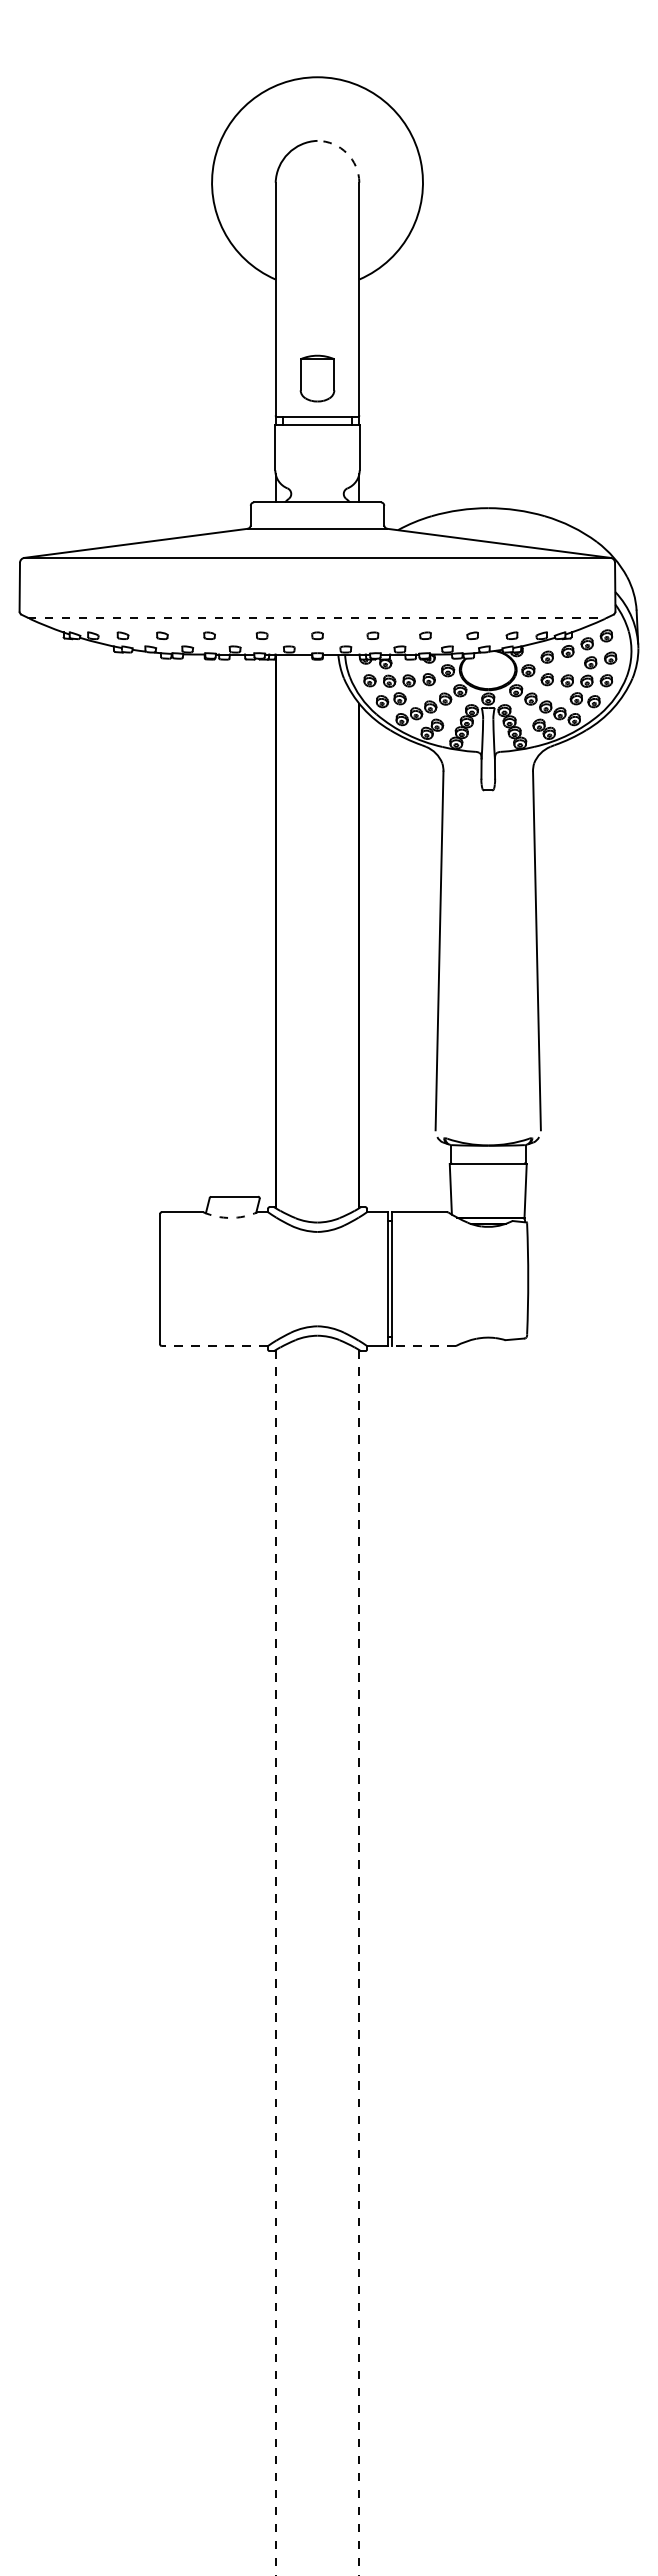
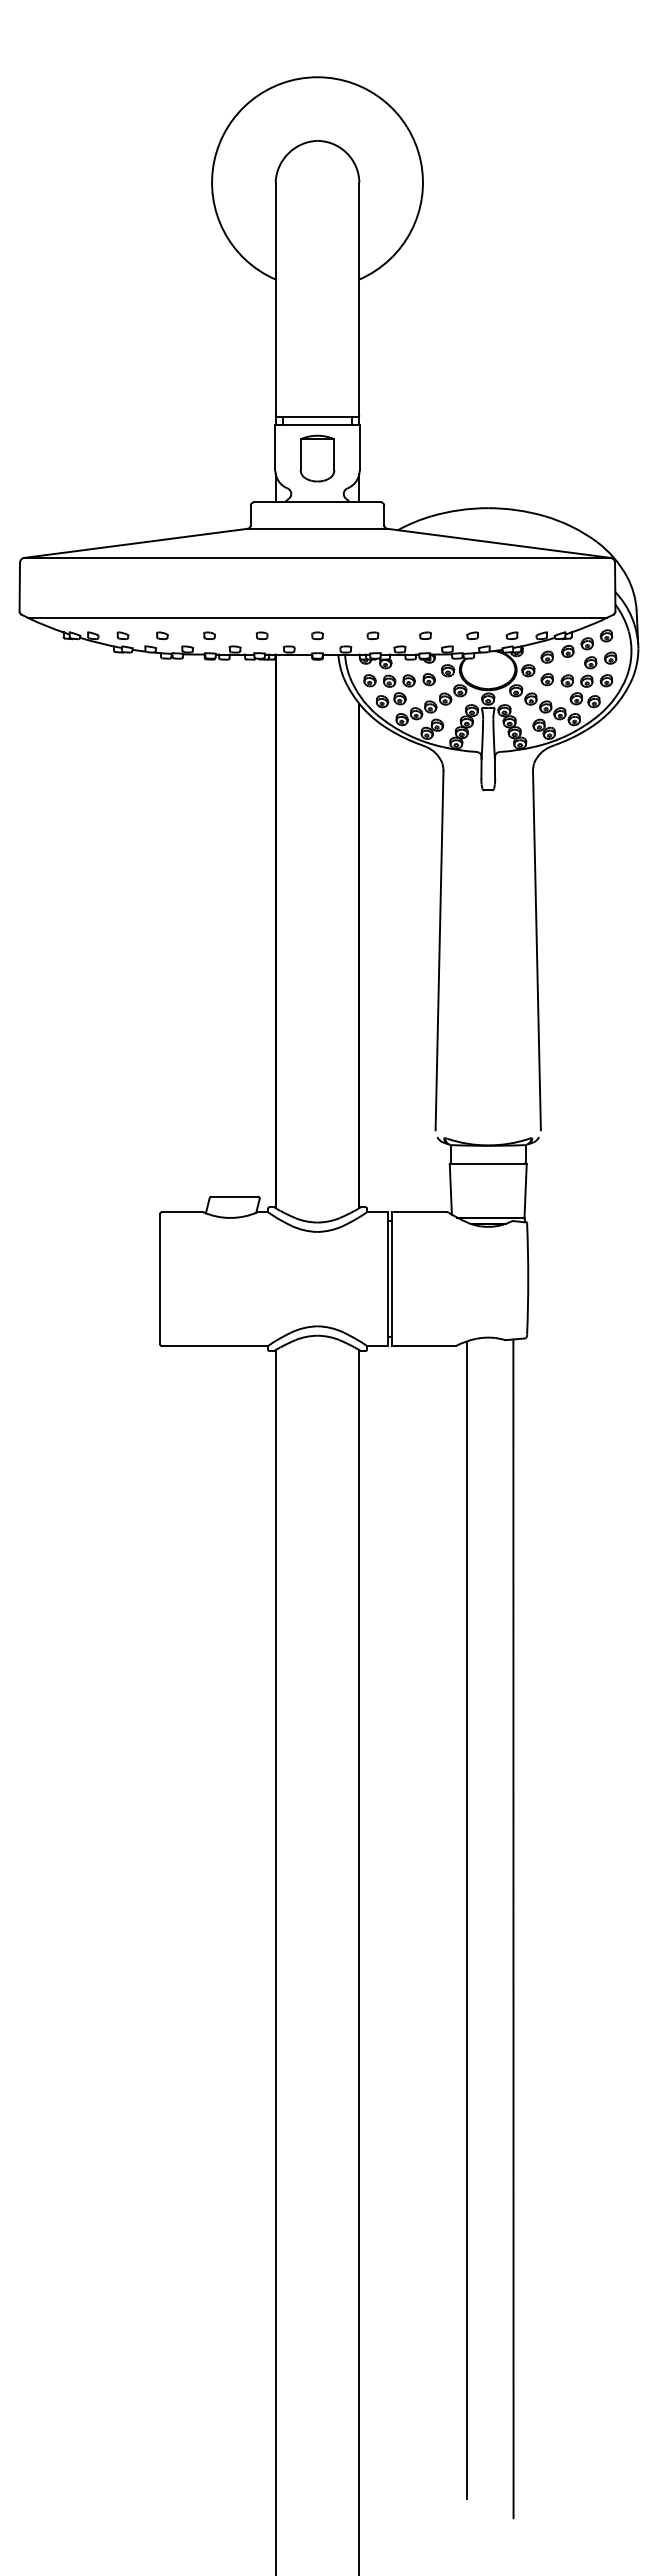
arc at (346, 153): dashed -> solid
part at (317, 378) position: (317, 378) -> (317, 458)
line at (317, 617): dashed -> solid
arc at (230, 1217): dashed -> solid
line at (214, 1346): dashed -> solid
line at (423, 1346): dashed -> solid
line at (466, 1919): none -> present
line at (513, 1928): none -> present
line at (275, 1962): dashed -> solid
line at (359, 1962): dashed -> solid
